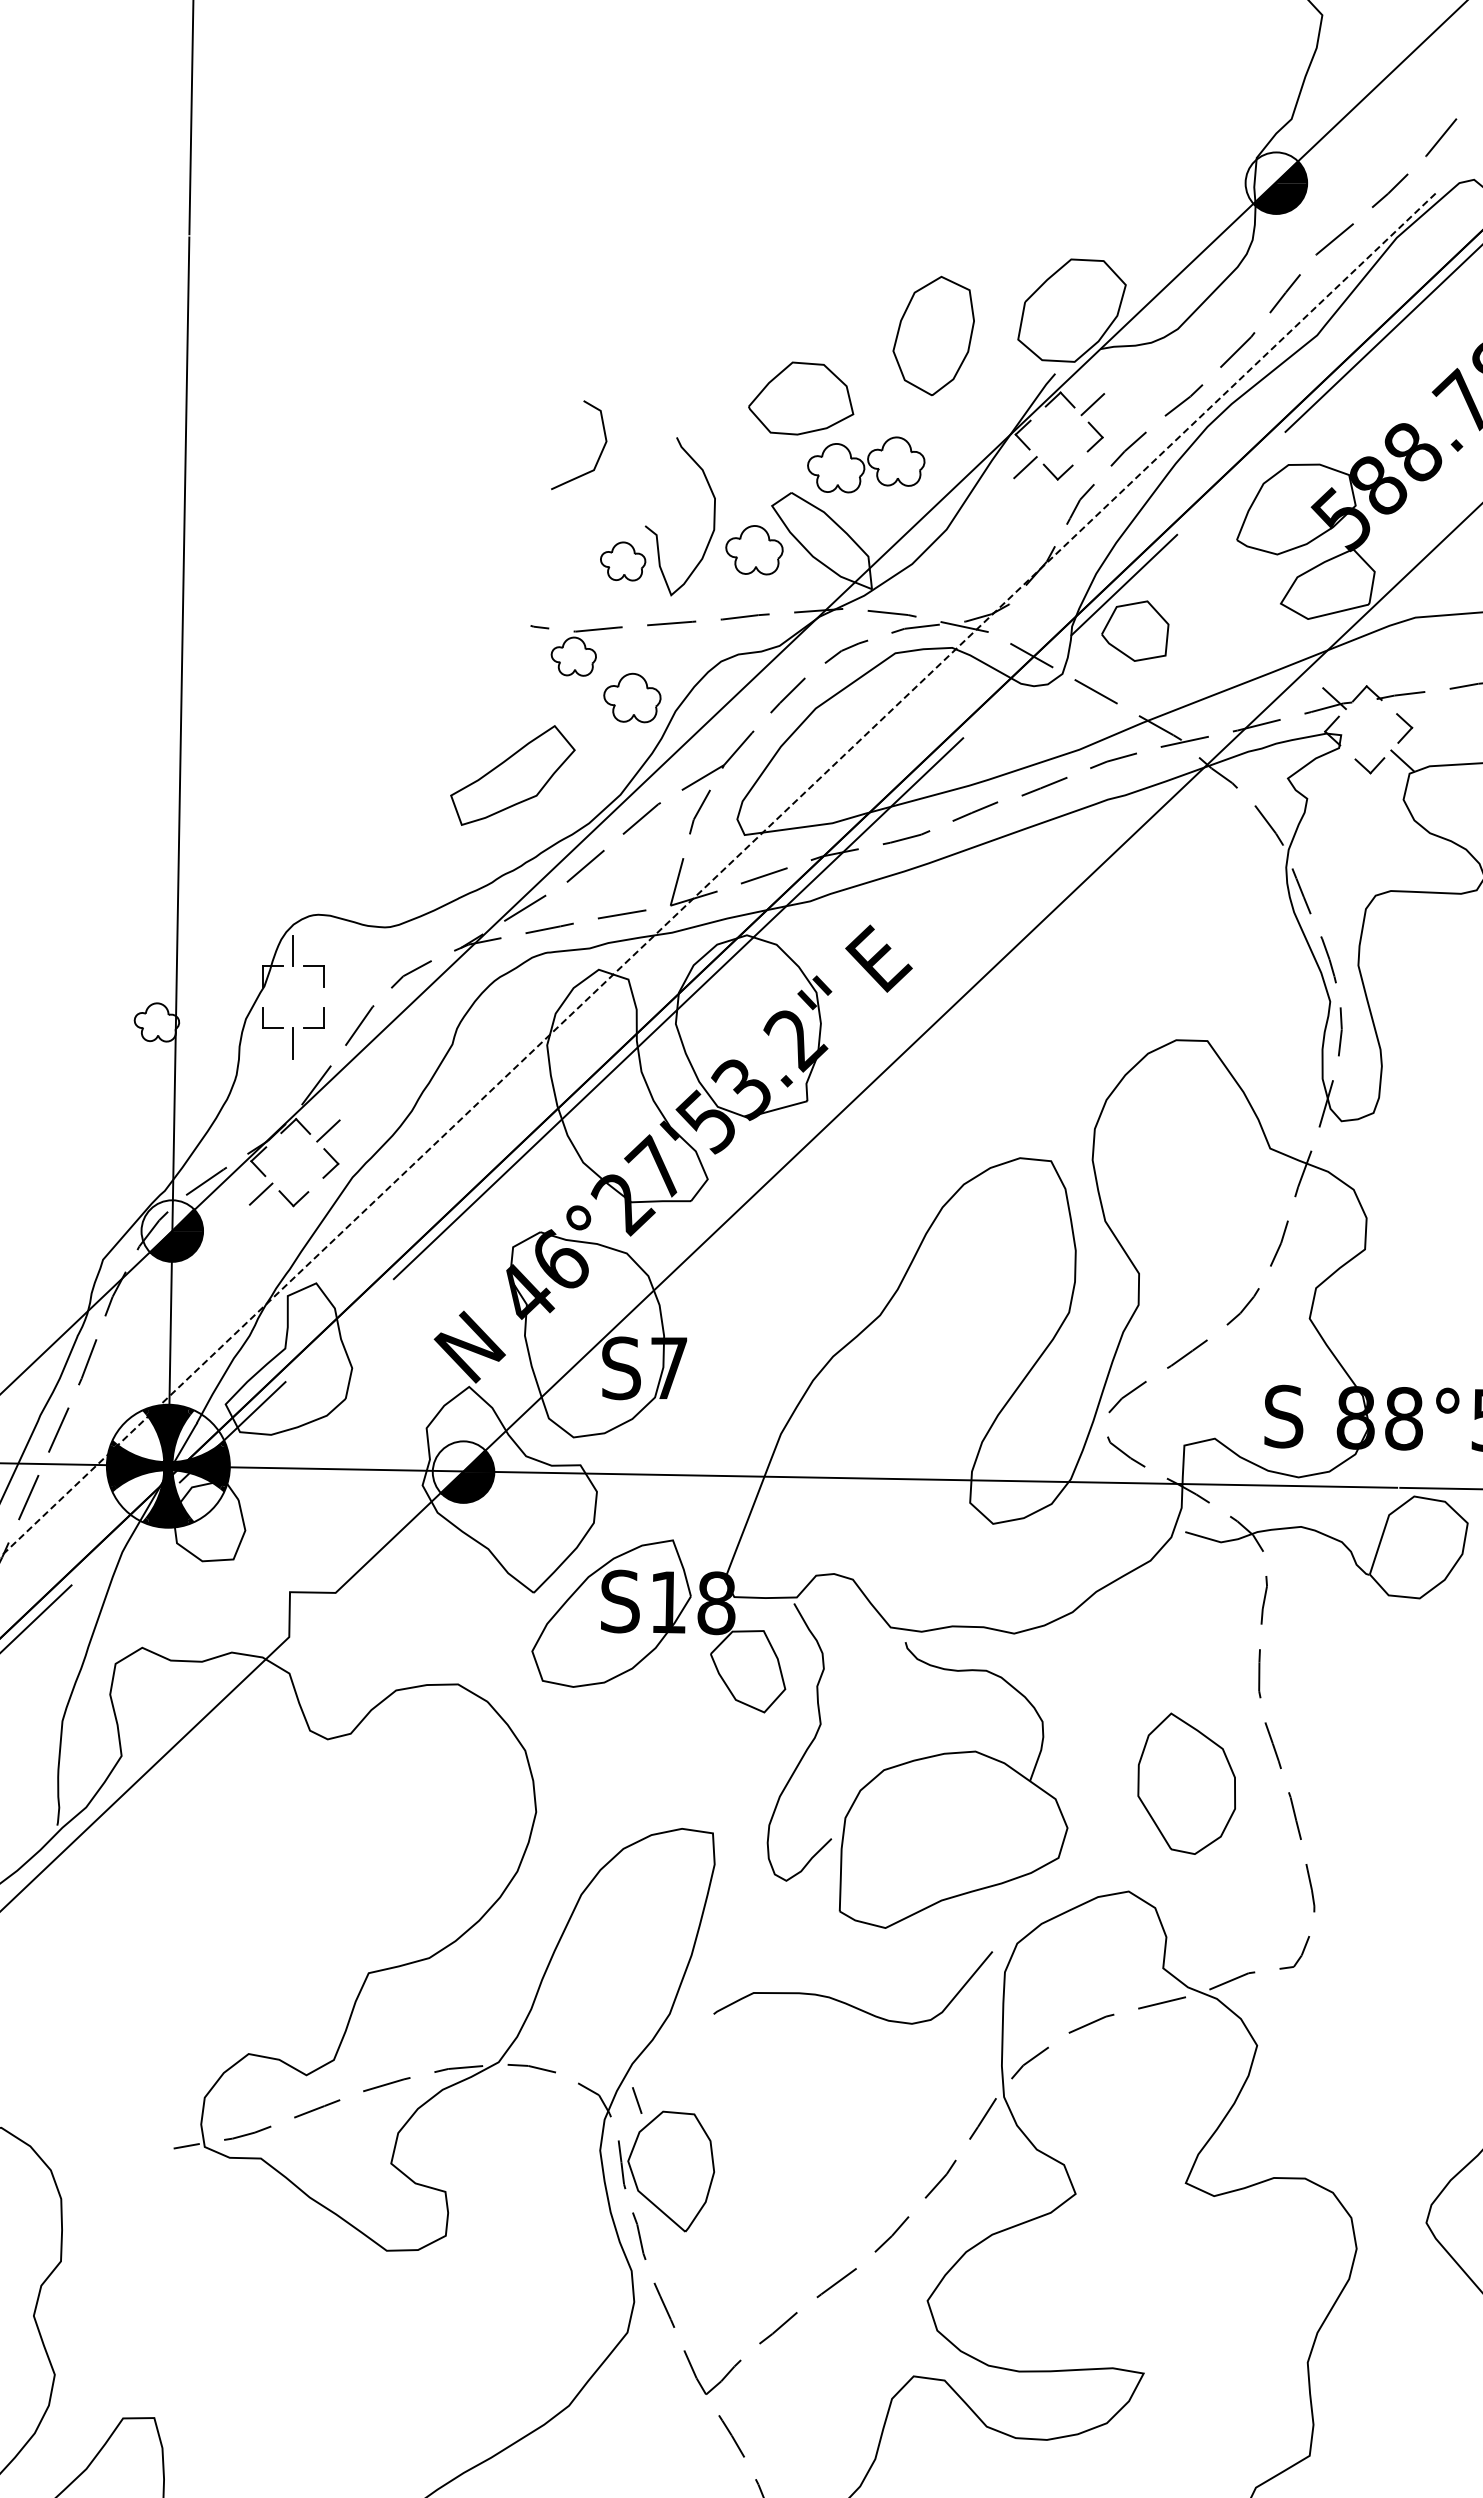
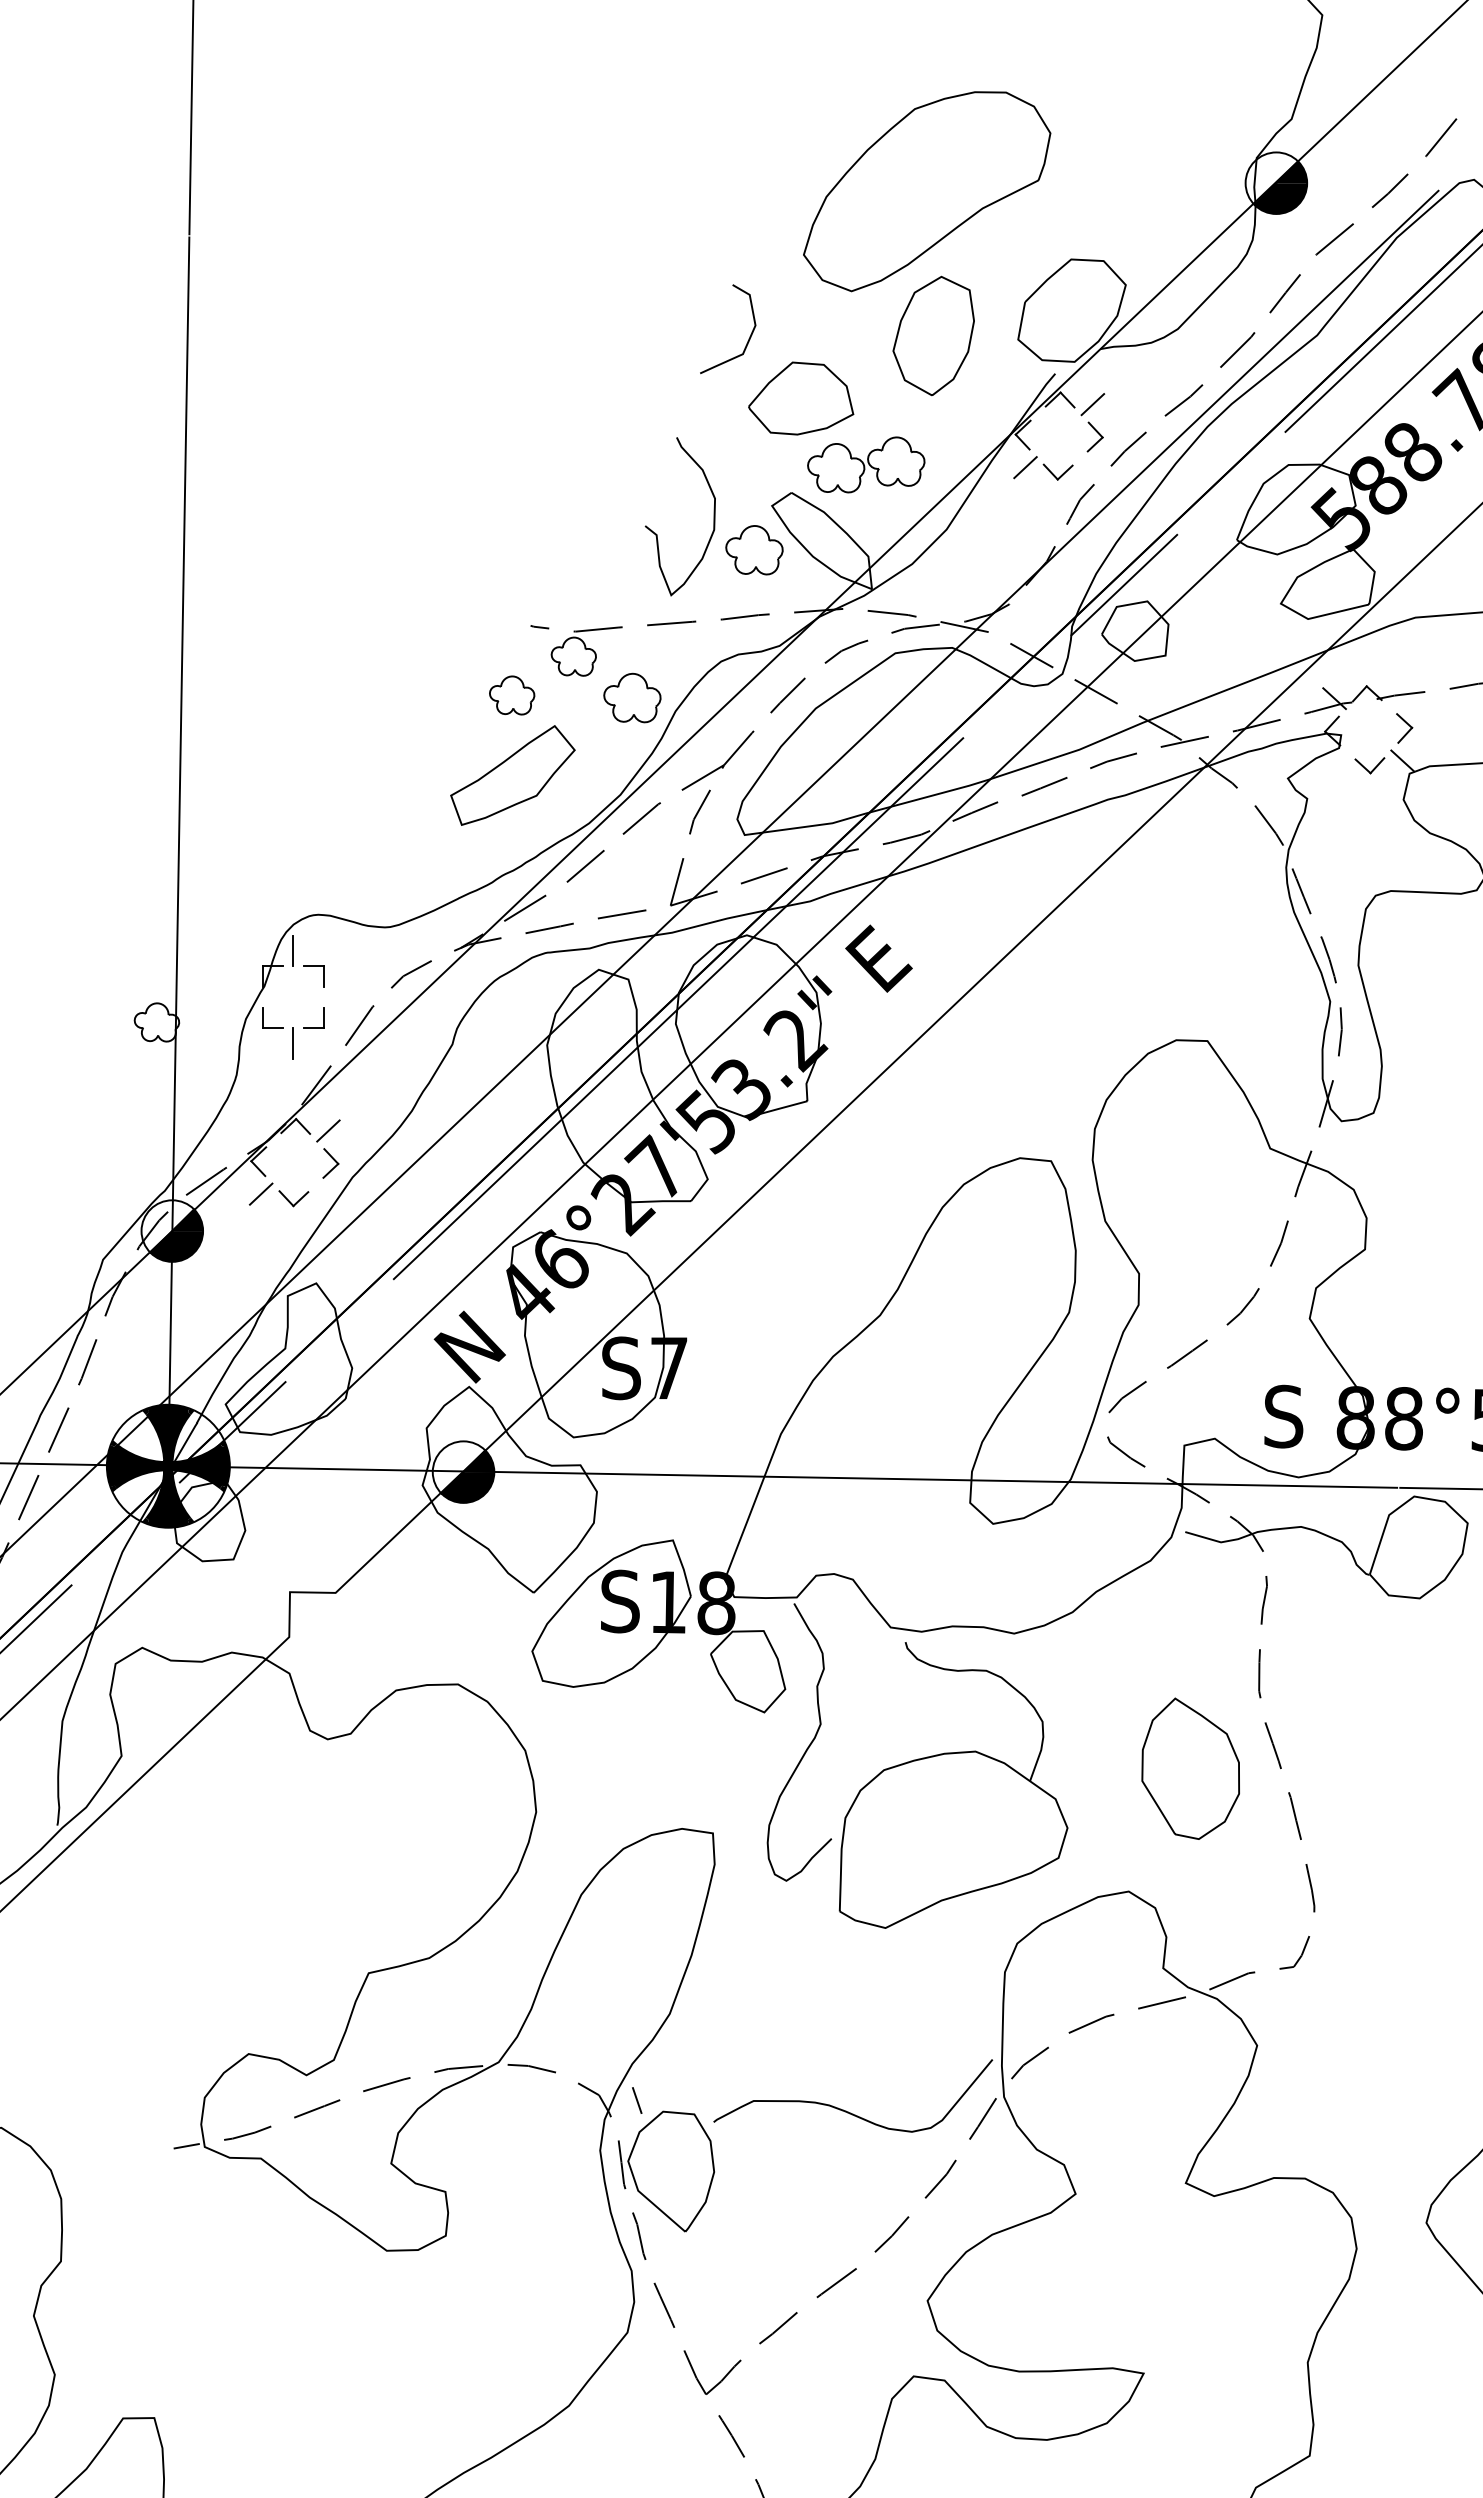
part at (927, 191): none -> present
curve at (599, 454) position: (599, 454) -> (748, 338)
part at (623, 561) position: (623, 561) -> (512, 695)
line at (719, 874): dashed -> solid
line at (740, 1015): none -> present
part at (1186, 1783) position: (1186, 1783) -> (1190, 1768)
curve at (846, 2002) position: (846, 2002) -> (846, 2110)
